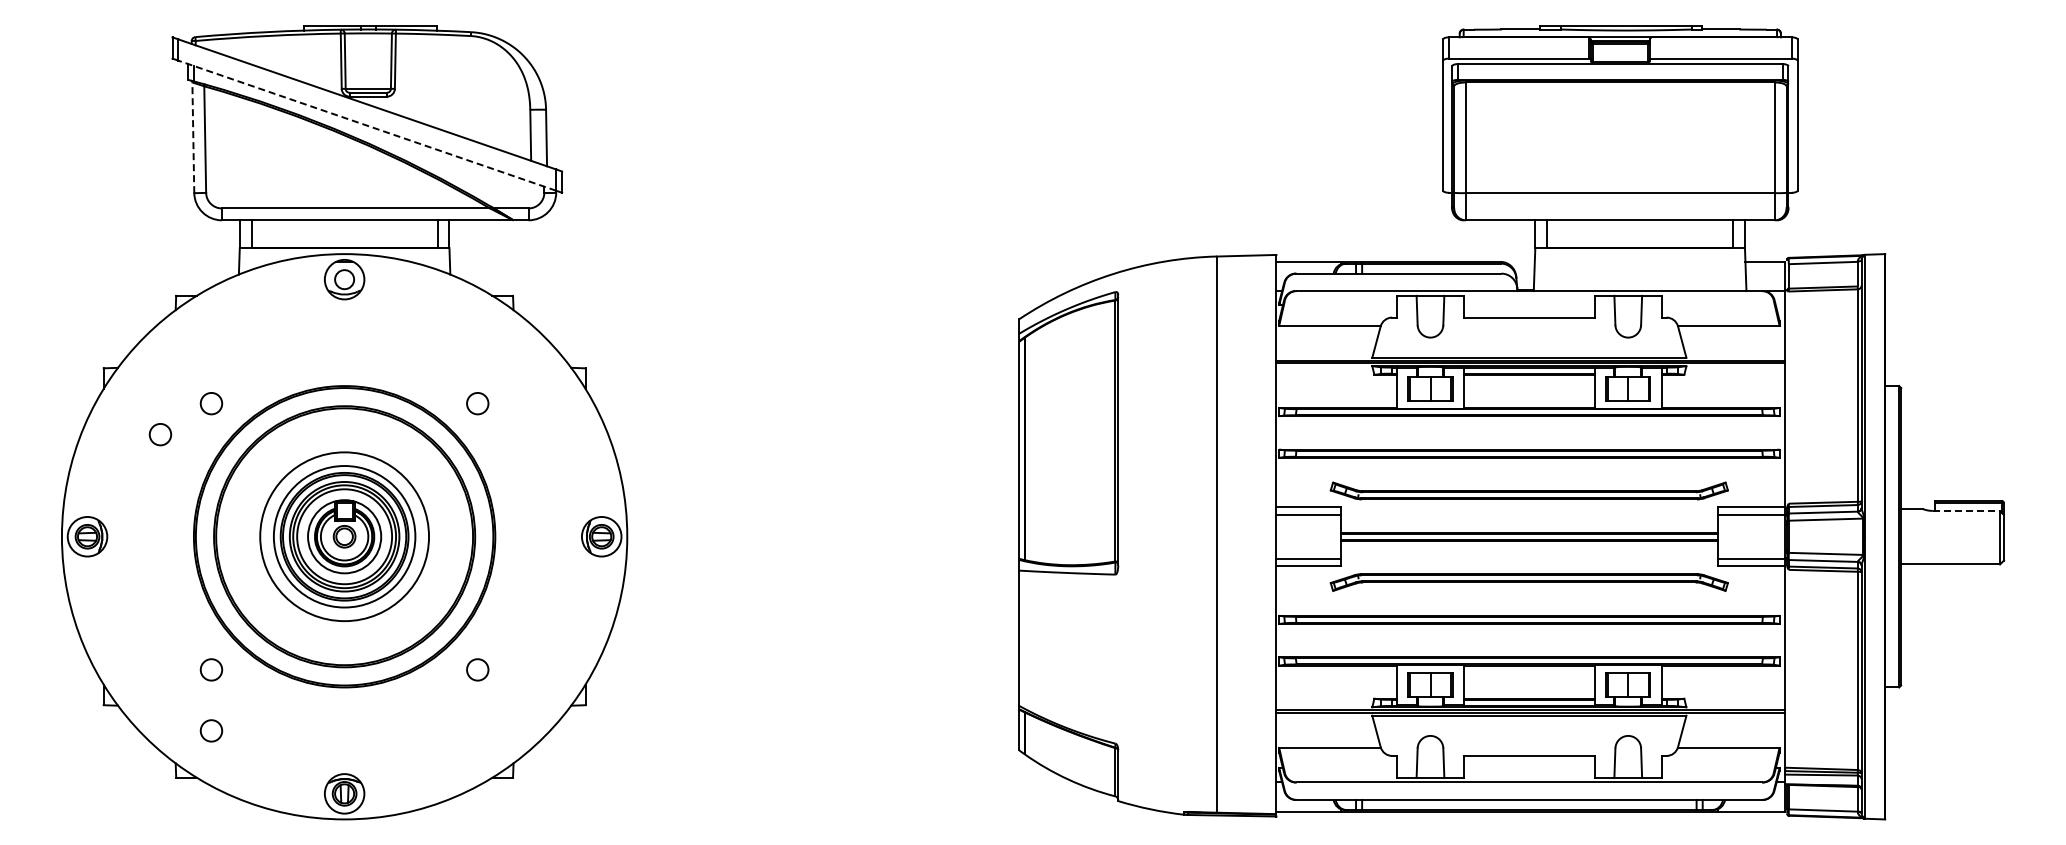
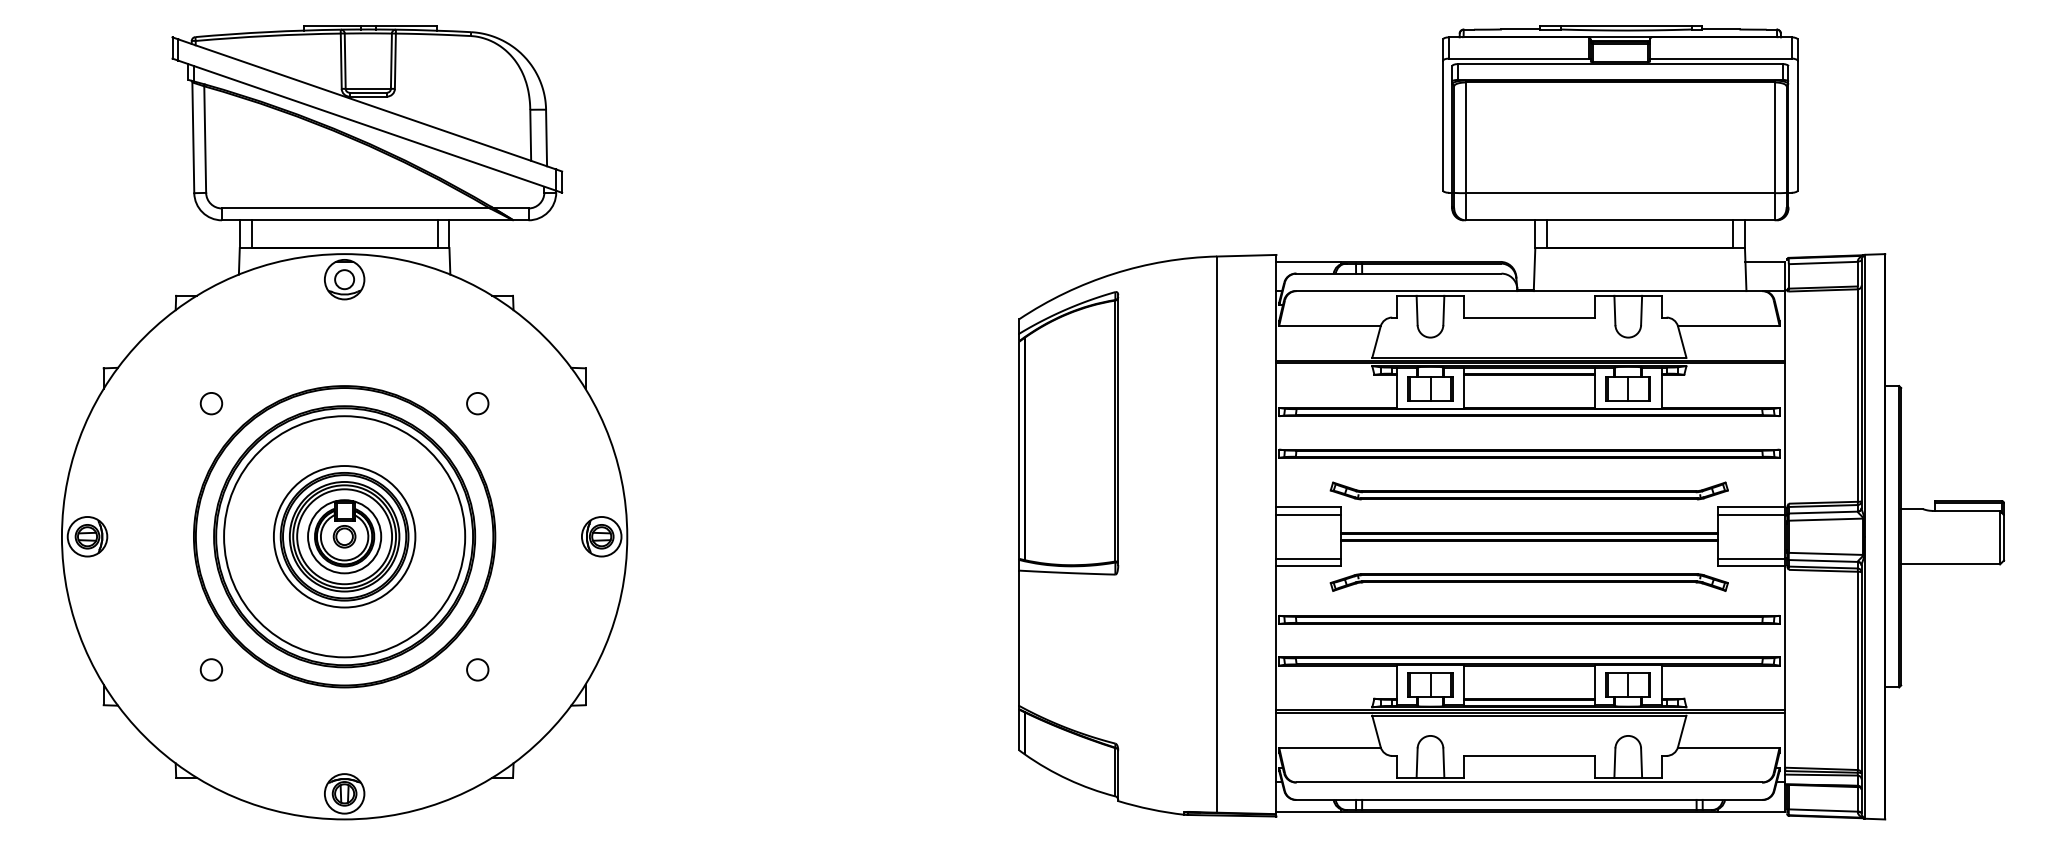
line at (367, 125): dashed -> solid
line at (193, 137): dashed -> solid
circle at (160, 434): present -> none
line at (1966, 510): dashed -> solid
circle at (344, 536) diameter: 169 px -> 241 px
circle at (211, 730): present -> none
